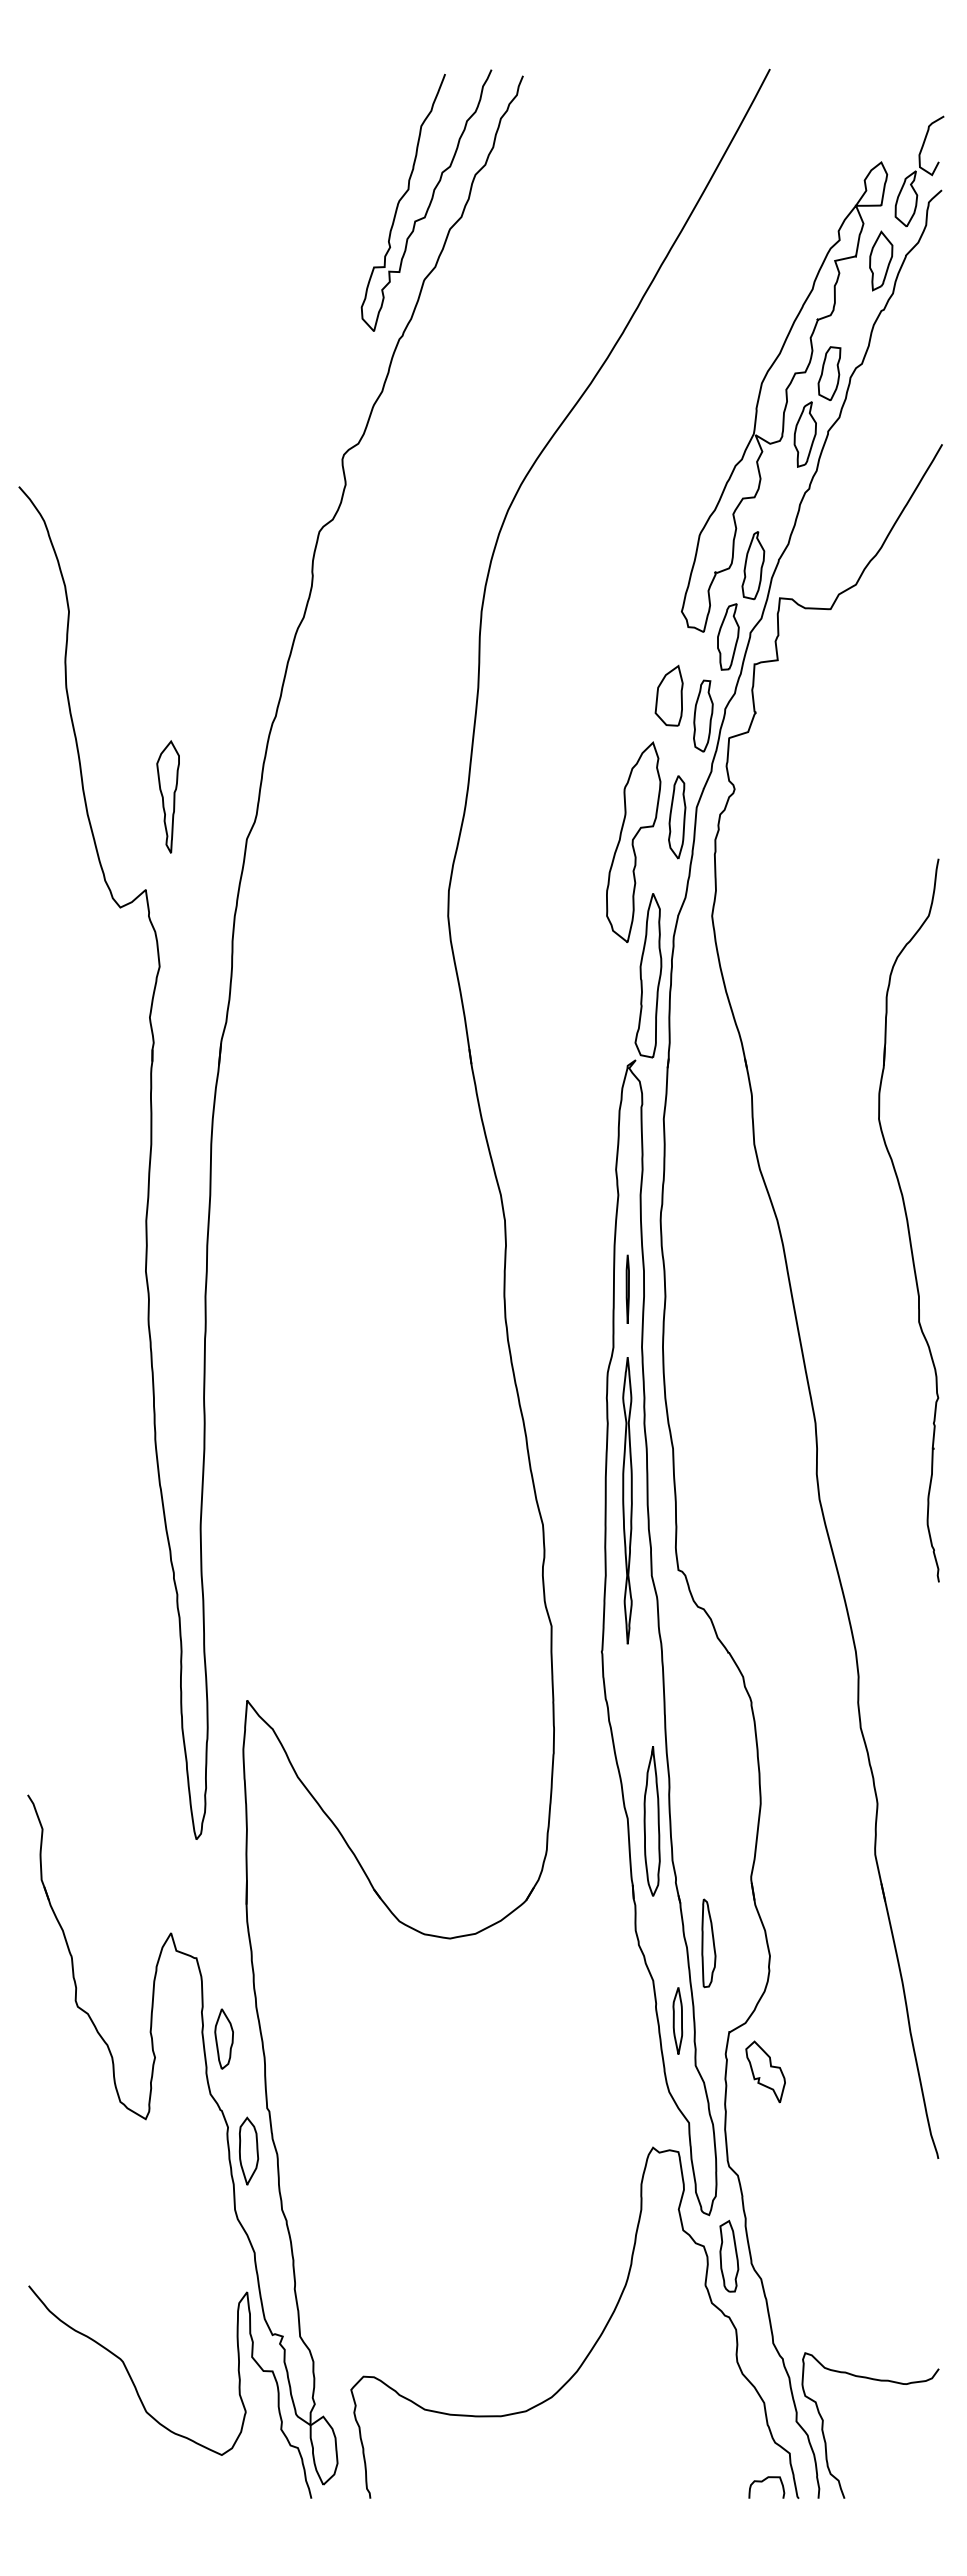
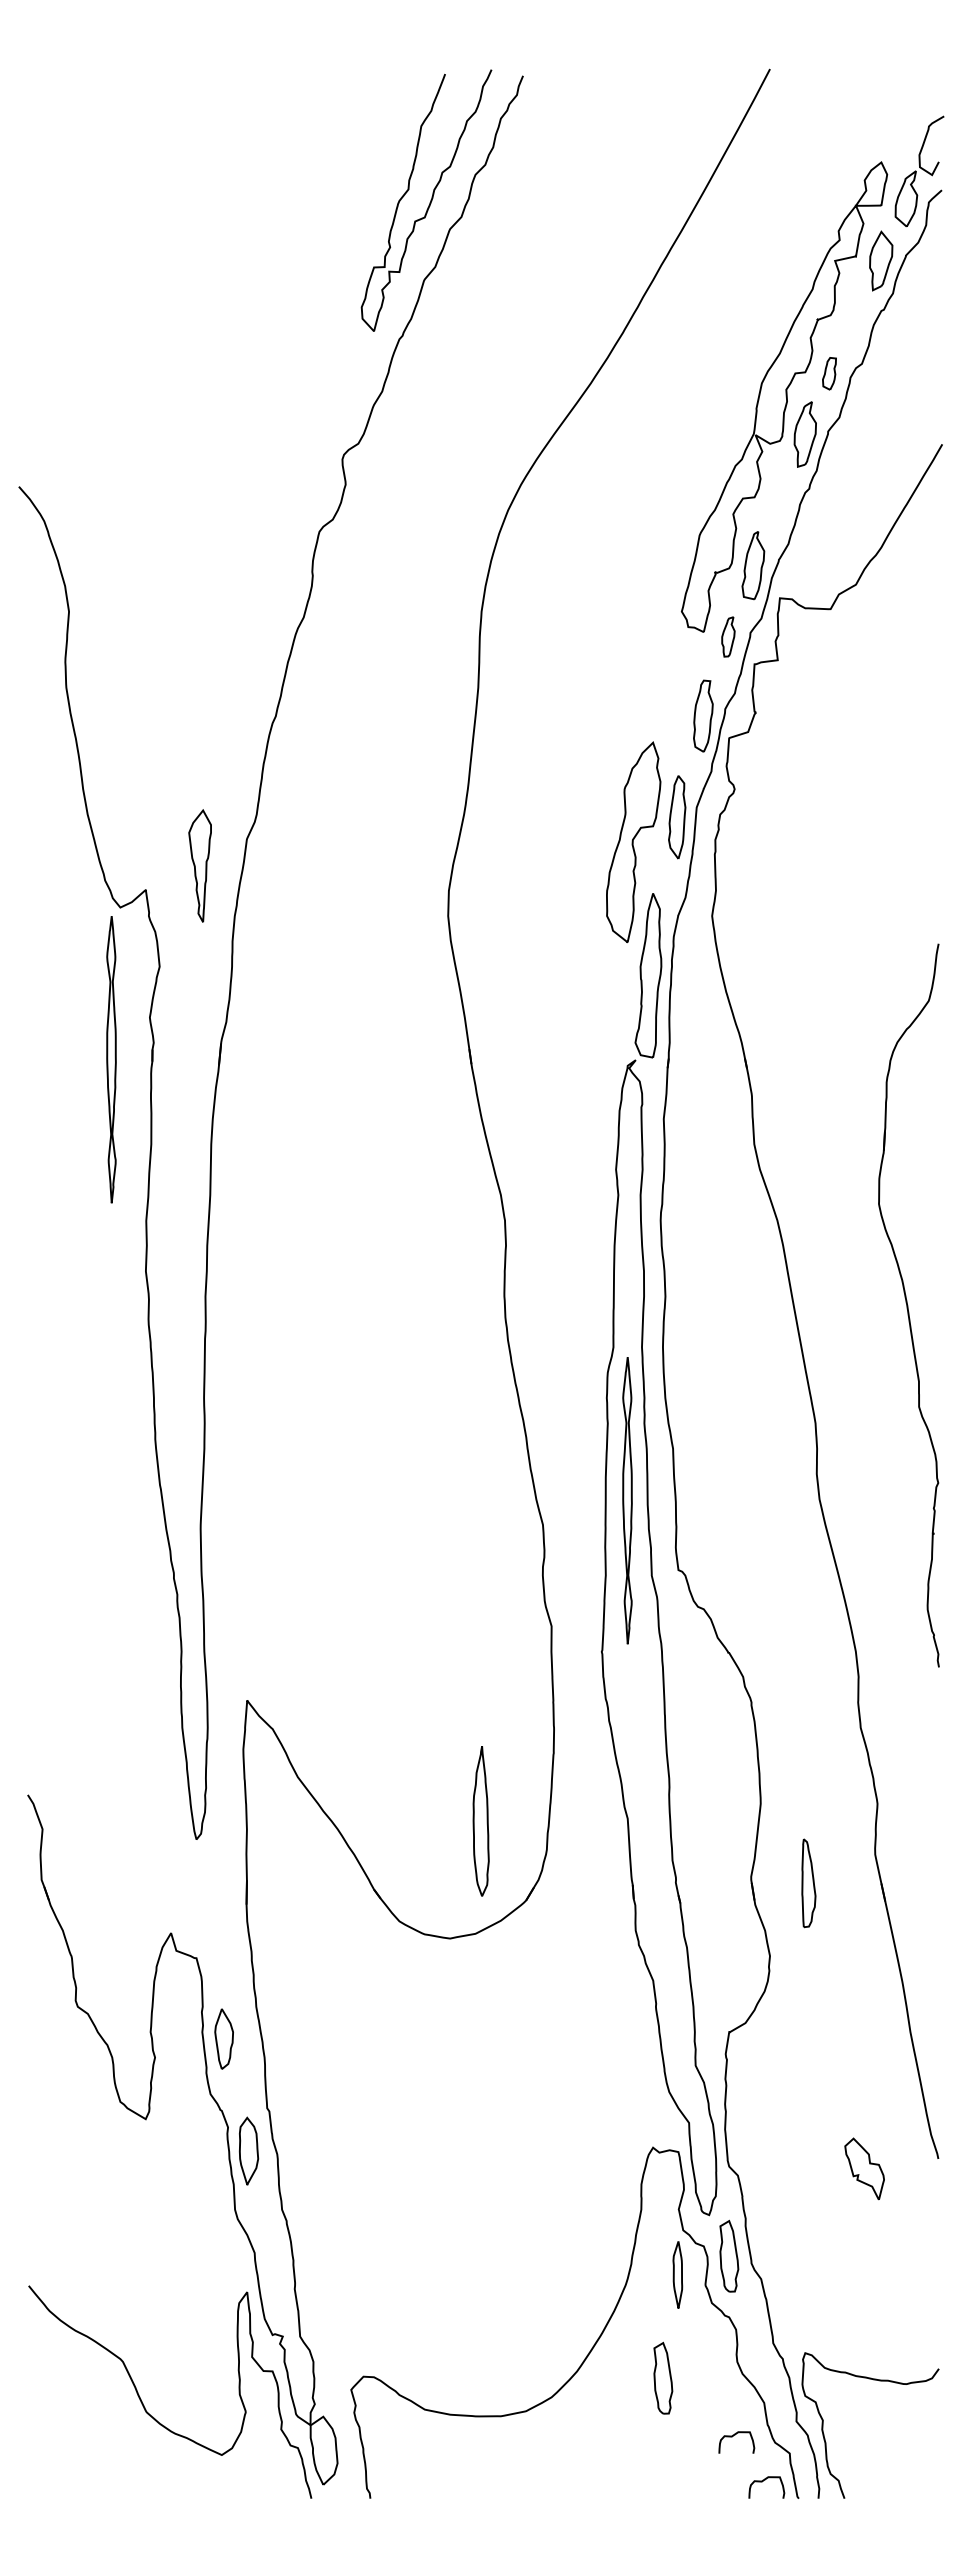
part at (829, 373) size: 25x56 px -> 15x34 px
part at (728, 636) size: 23x68 px -> 15x42 px
part at (668, 695): present -> none
part at (167, 796) position: (167, 796) -> (199, 865)
part at (111, 1059): none -> present
part at (908, 1220) position: (908, 1220) -> (908, 1305)
line at (627, 1288): present -> none
part at (651, 1821) position: (651, 1821) -> (480, 1821)
part at (708, 1943) position: (708, 1943) -> (808, 1883)
part at (677, 2020) position: (677, 2020) -> (677, 2274)
part at (765, 2071) position: (765, 2071) -> (864, 2168)
part at (663, 2377): none -> present
curve at (732, 2437): none -> present
